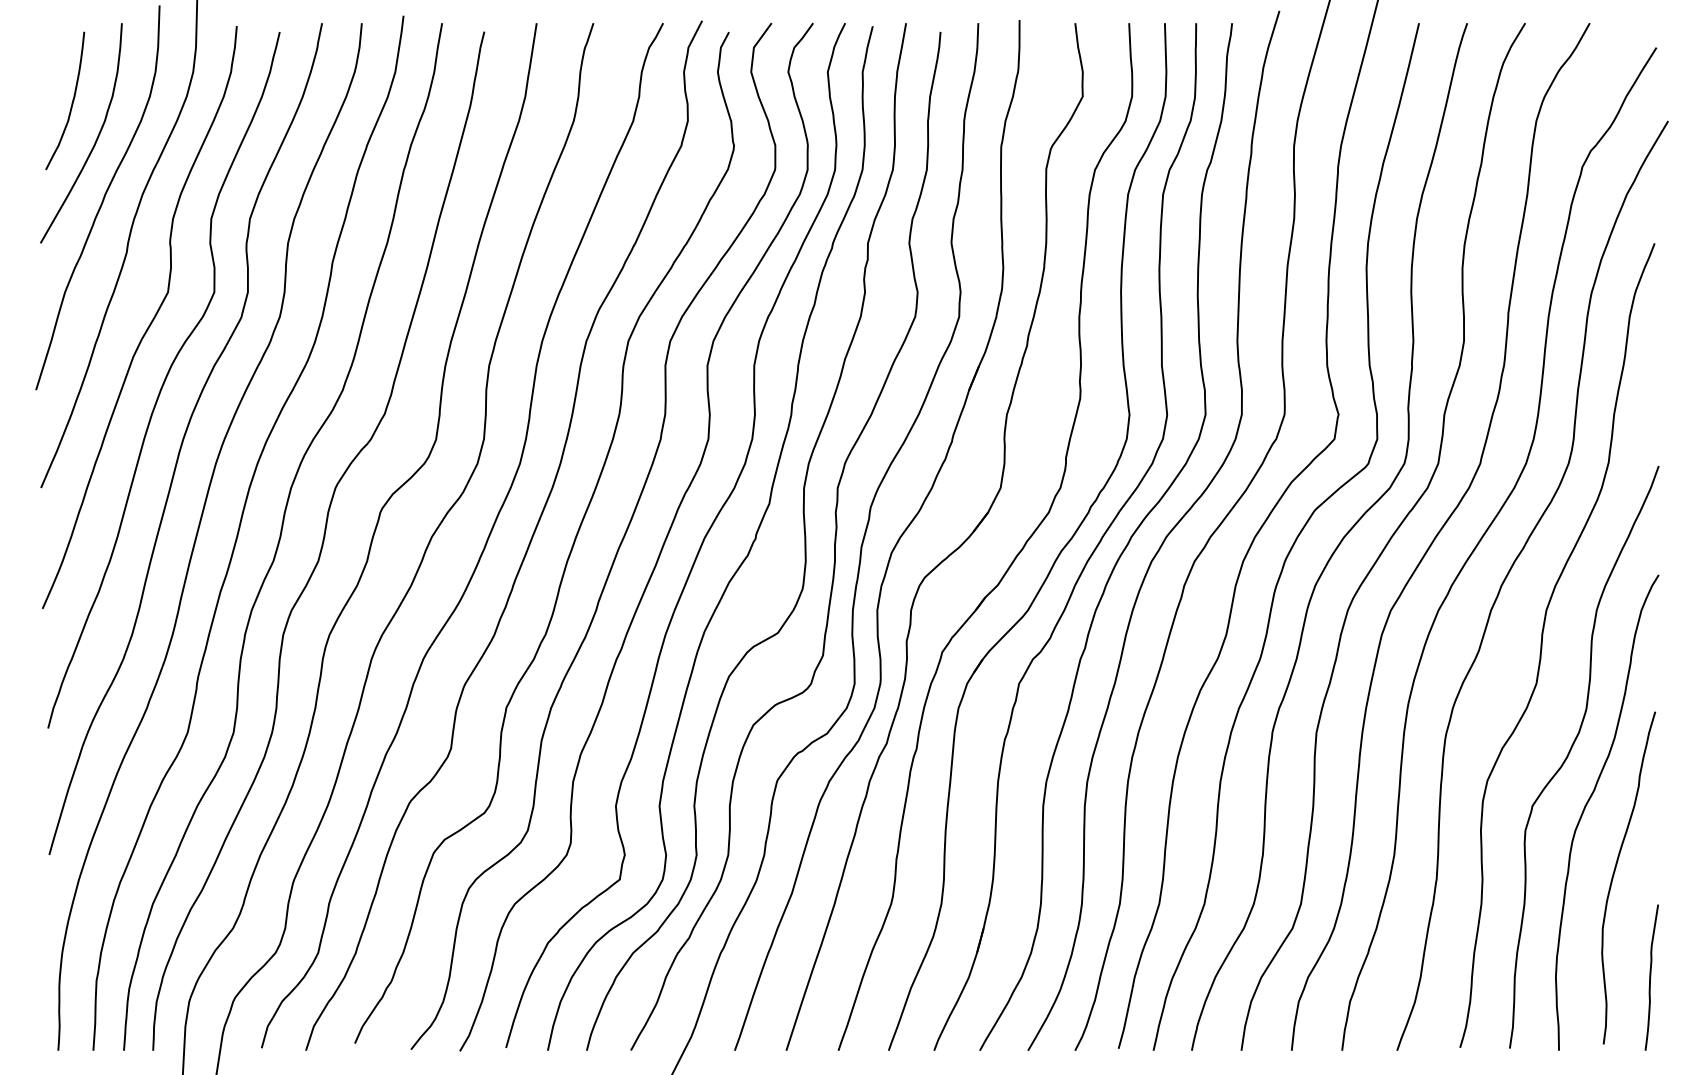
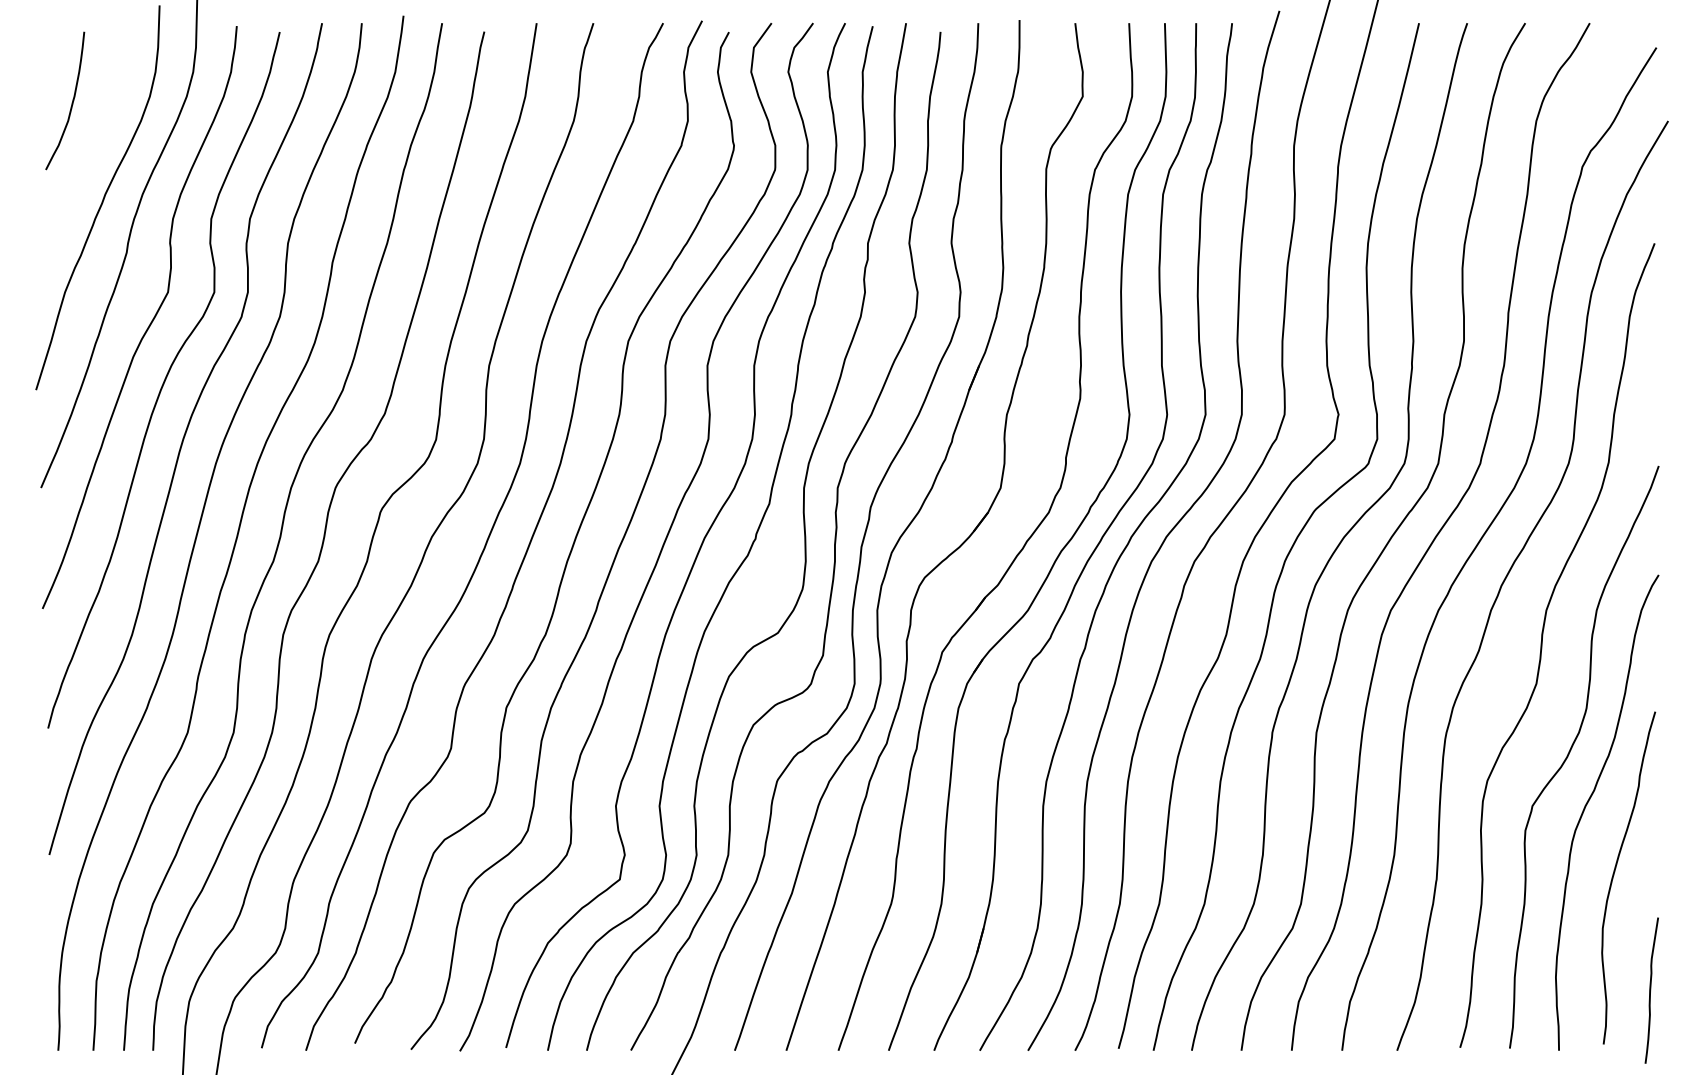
curve at (95, 140): present -> none
curve at (1651, 977) position: (1651, 977) -> (1651, 990)
